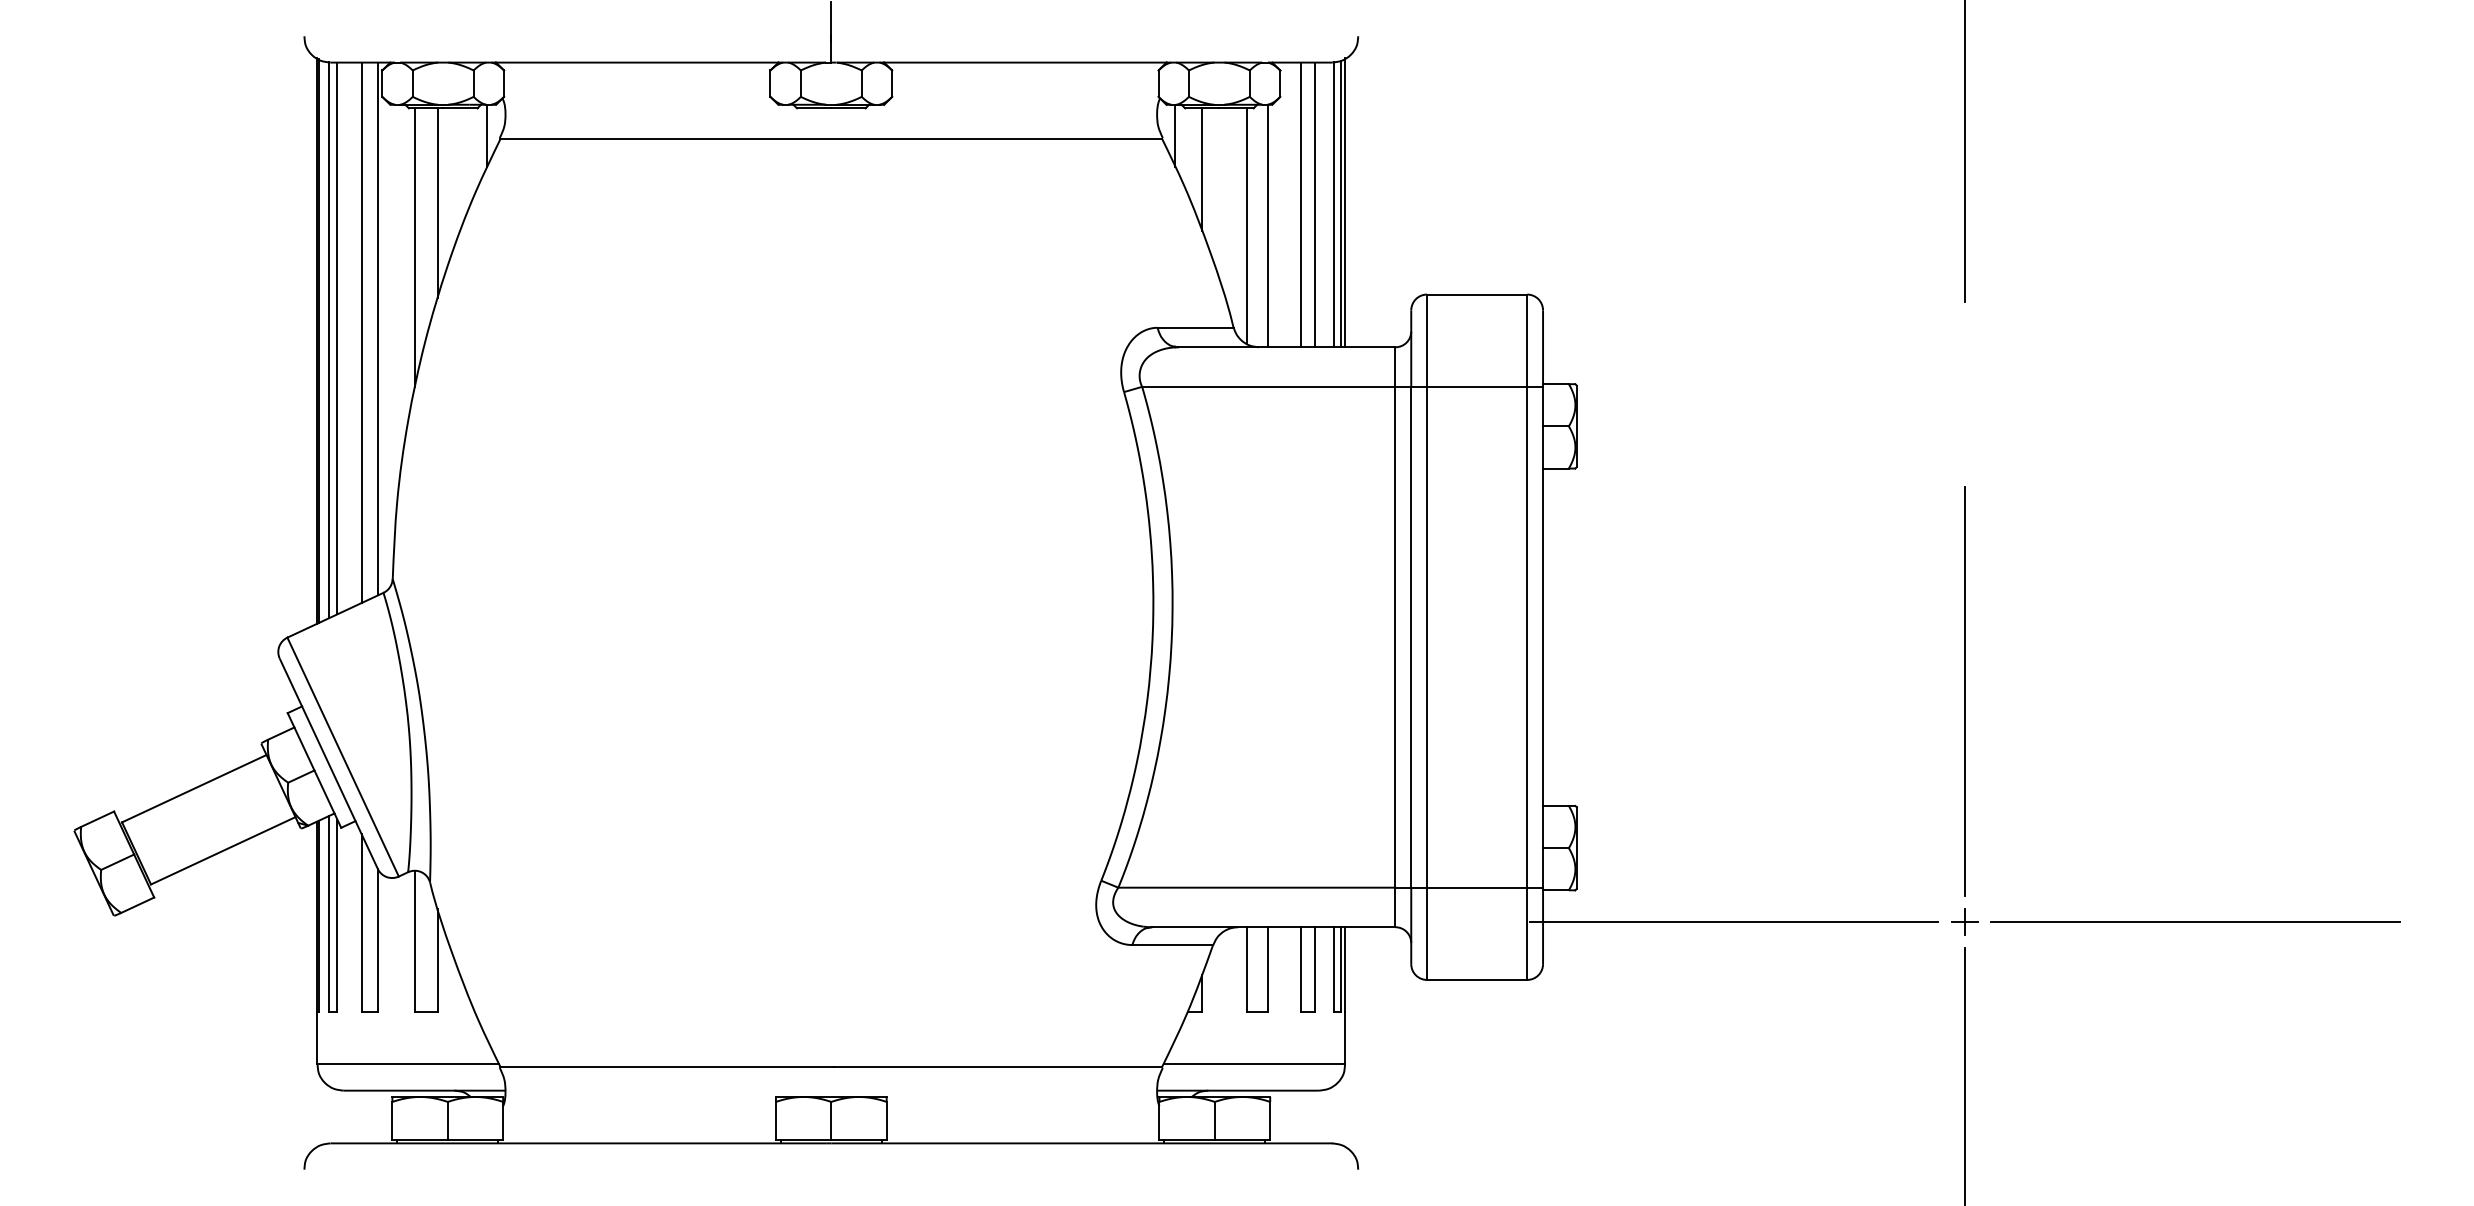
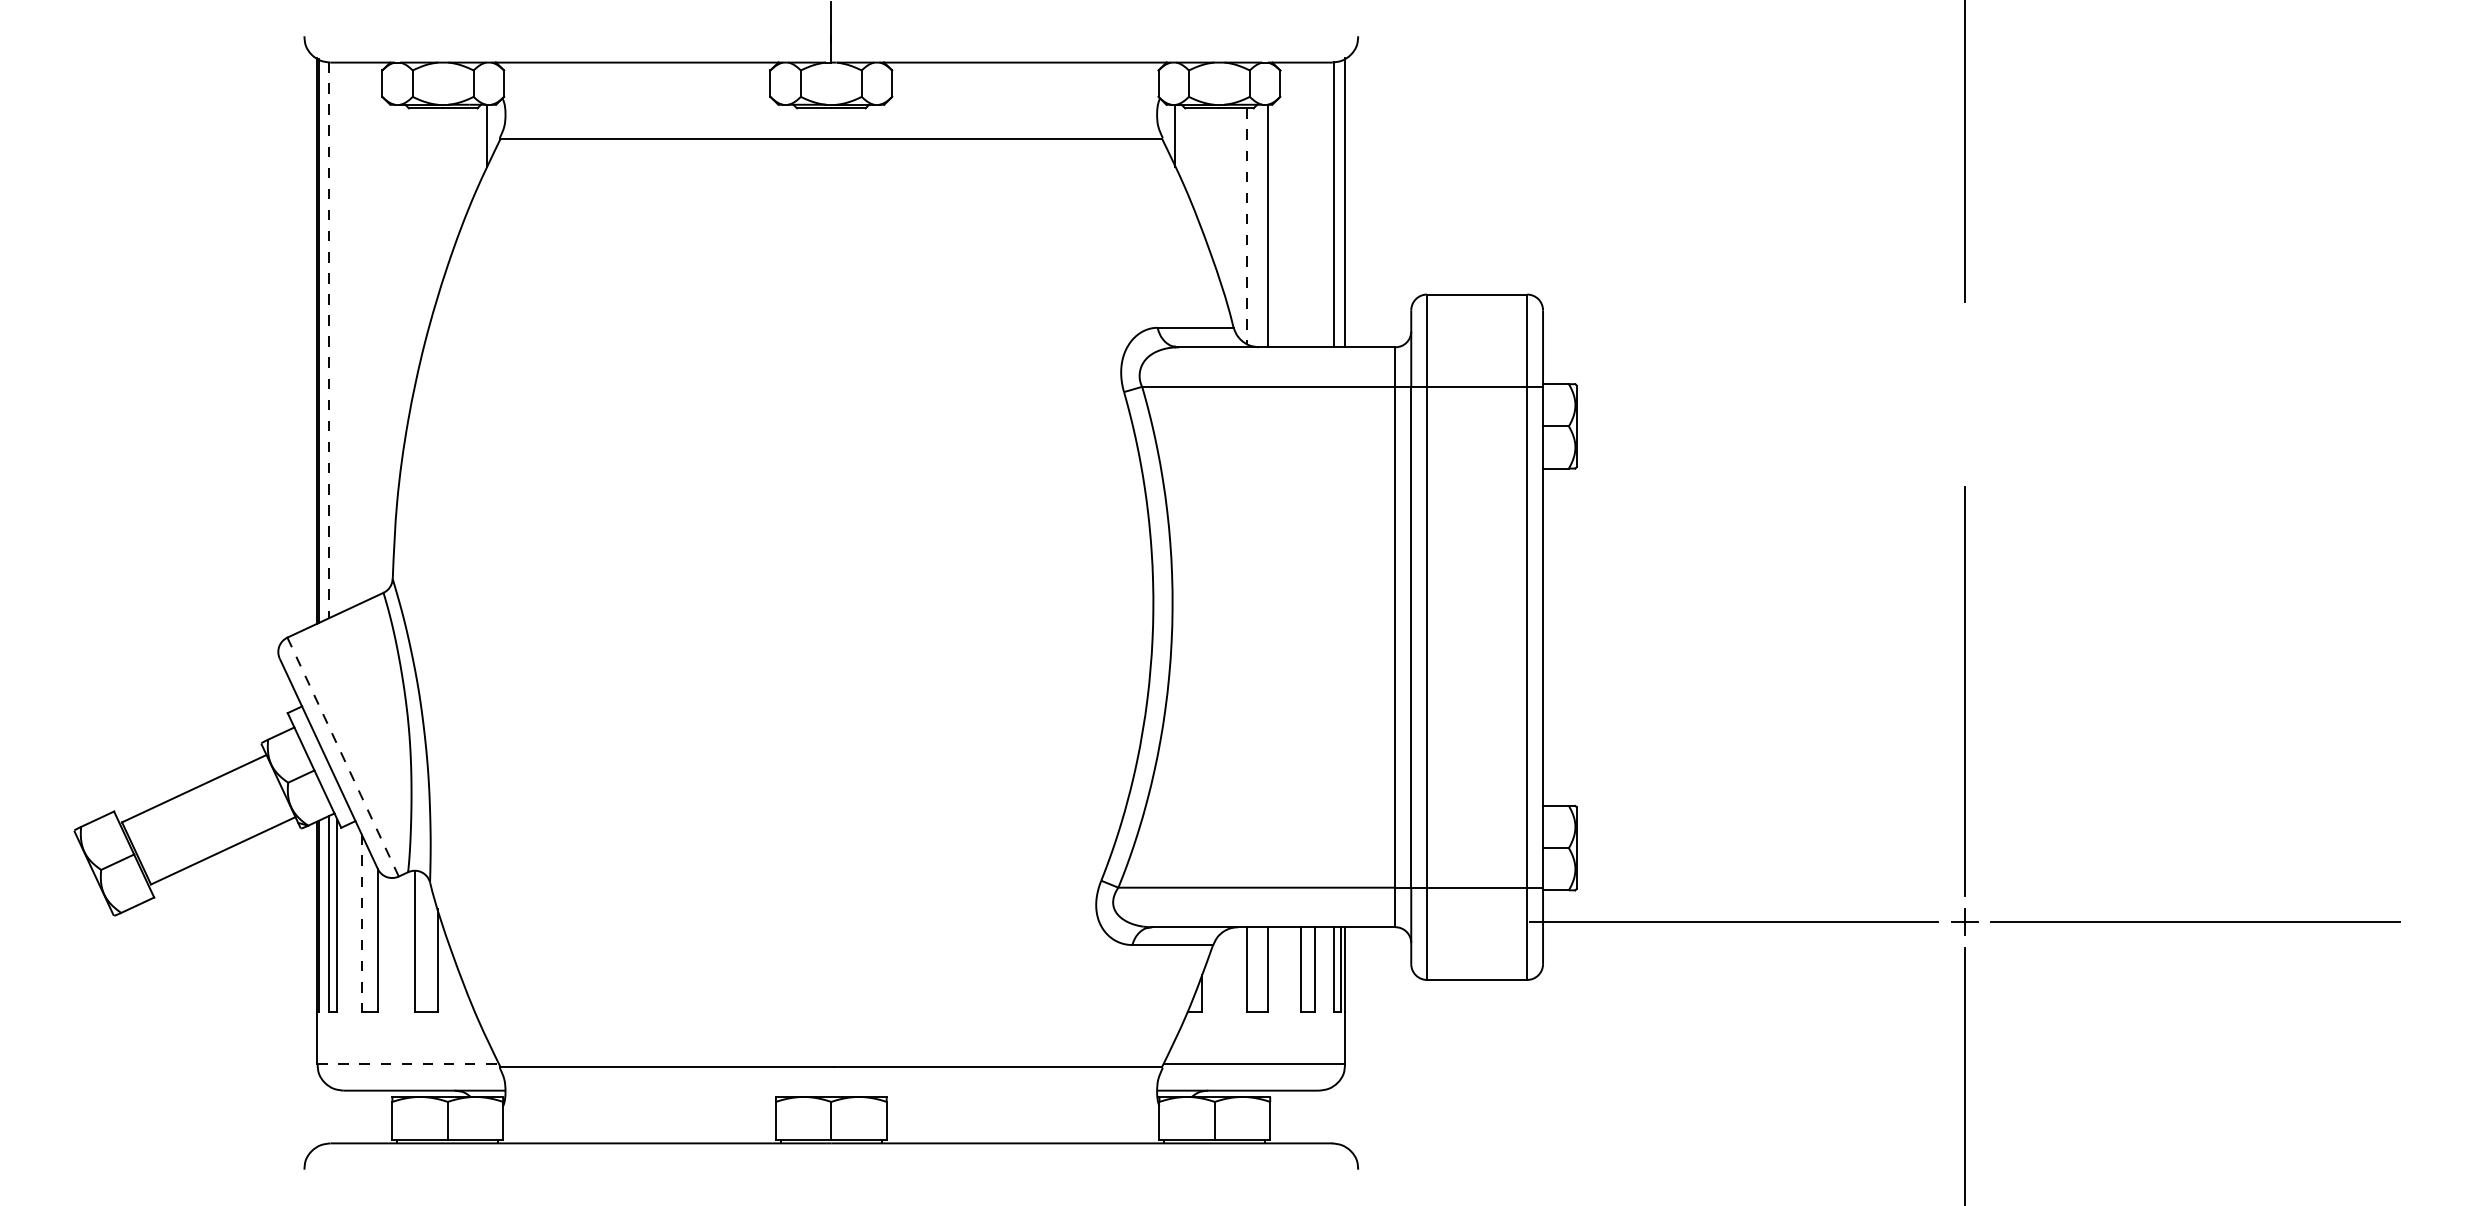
line at (1201, 169): present -> none
line at (438, 202): present -> none
line at (1300, 204): present -> none
line at (1314, 204): present -> none
line at (1340, 204): present -> none
line at (1247, 226): solid -> dashed
line at (415, 247): present -> none
line at (377, 328): present -> none
line at (361, 332): present -> none
line at (337, 338): present -> none
line at (328, 340): solid -> dashed
line at (343, 757): solid -> dashed
line at (361, 922): solid -> dashed
line at (407, 1064): solid -> dashed
